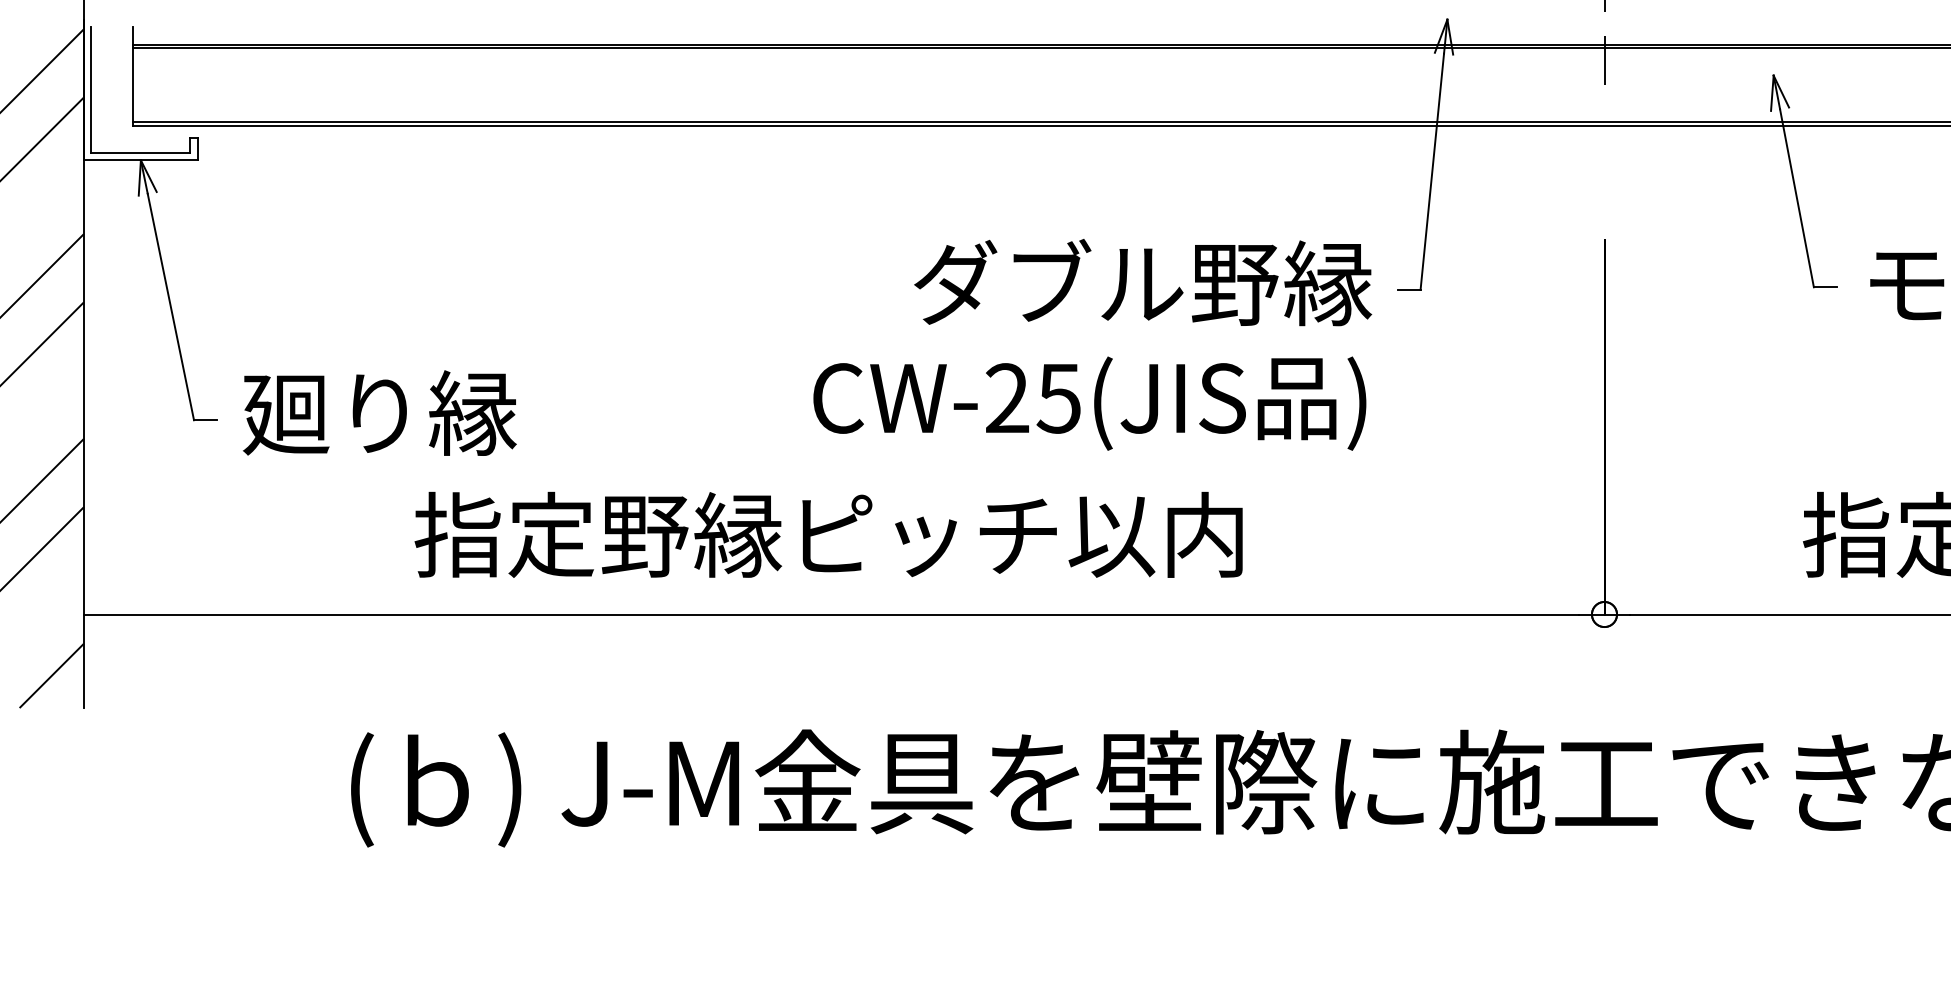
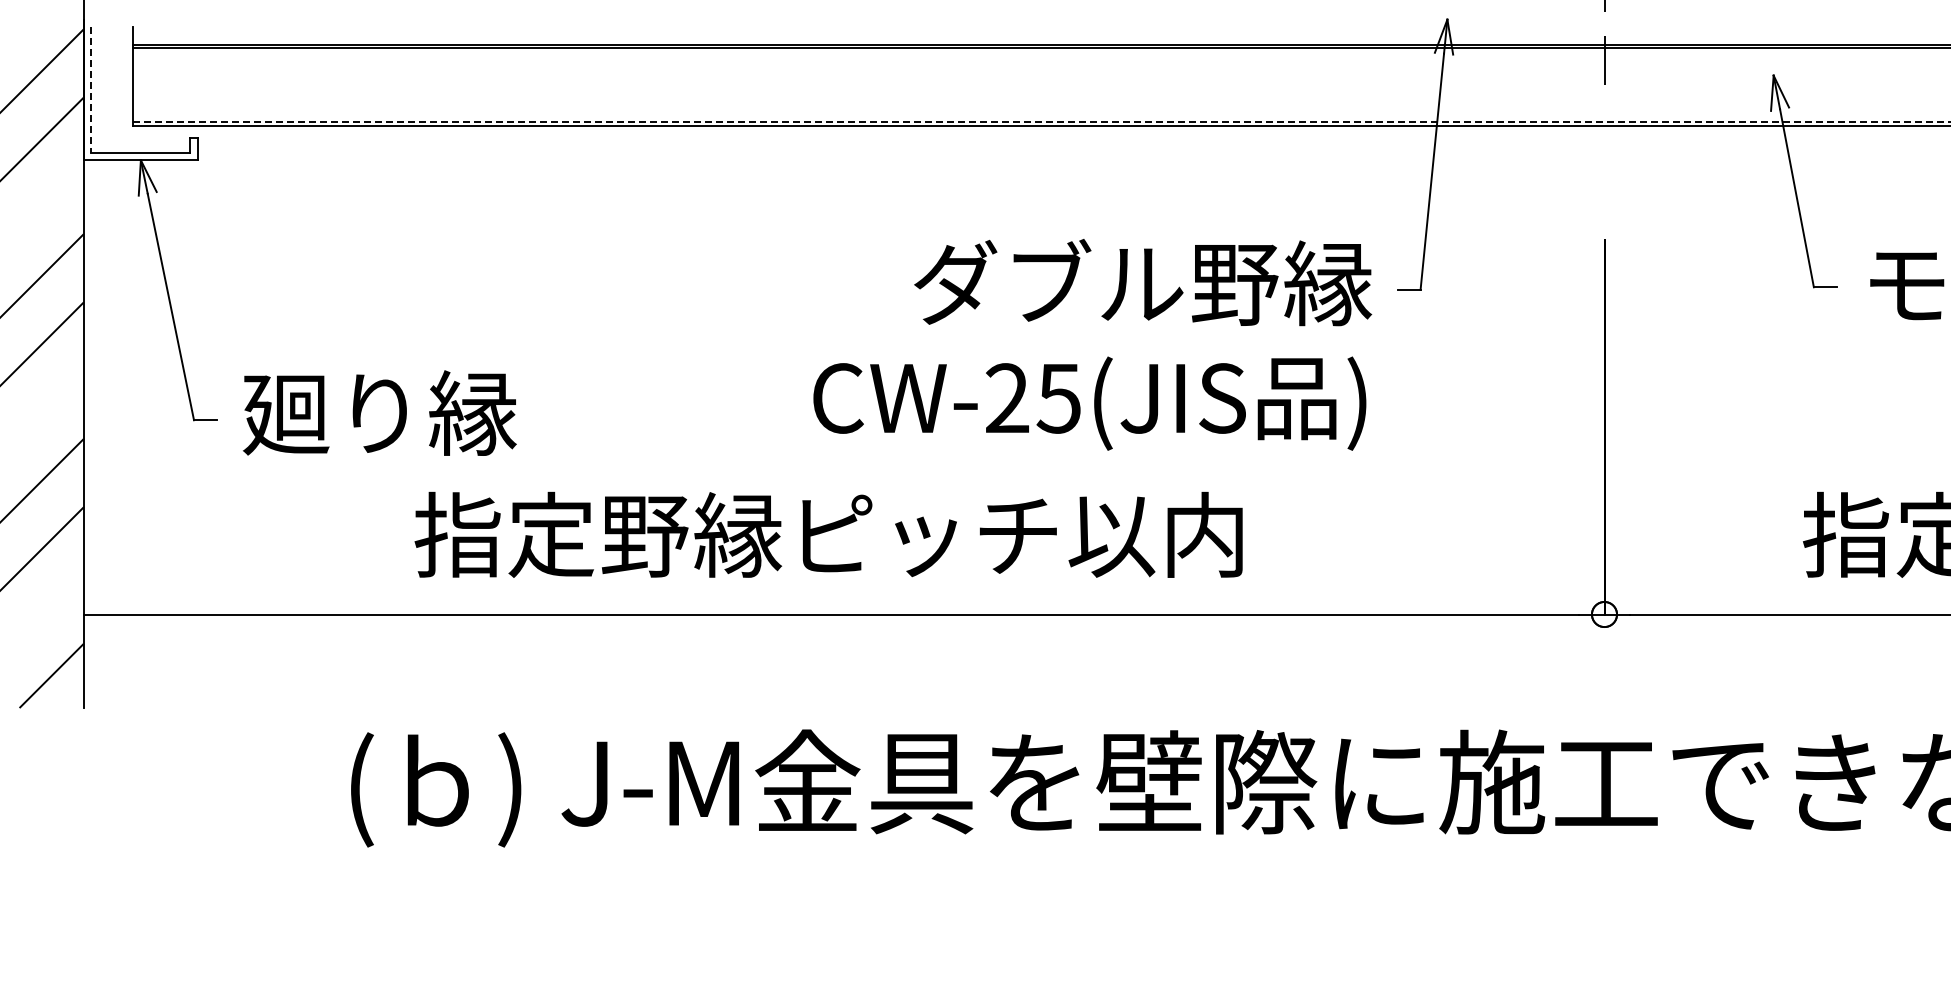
line at (91, 89): solid -> dashed
line at (1042, 121): solid -> dashed
